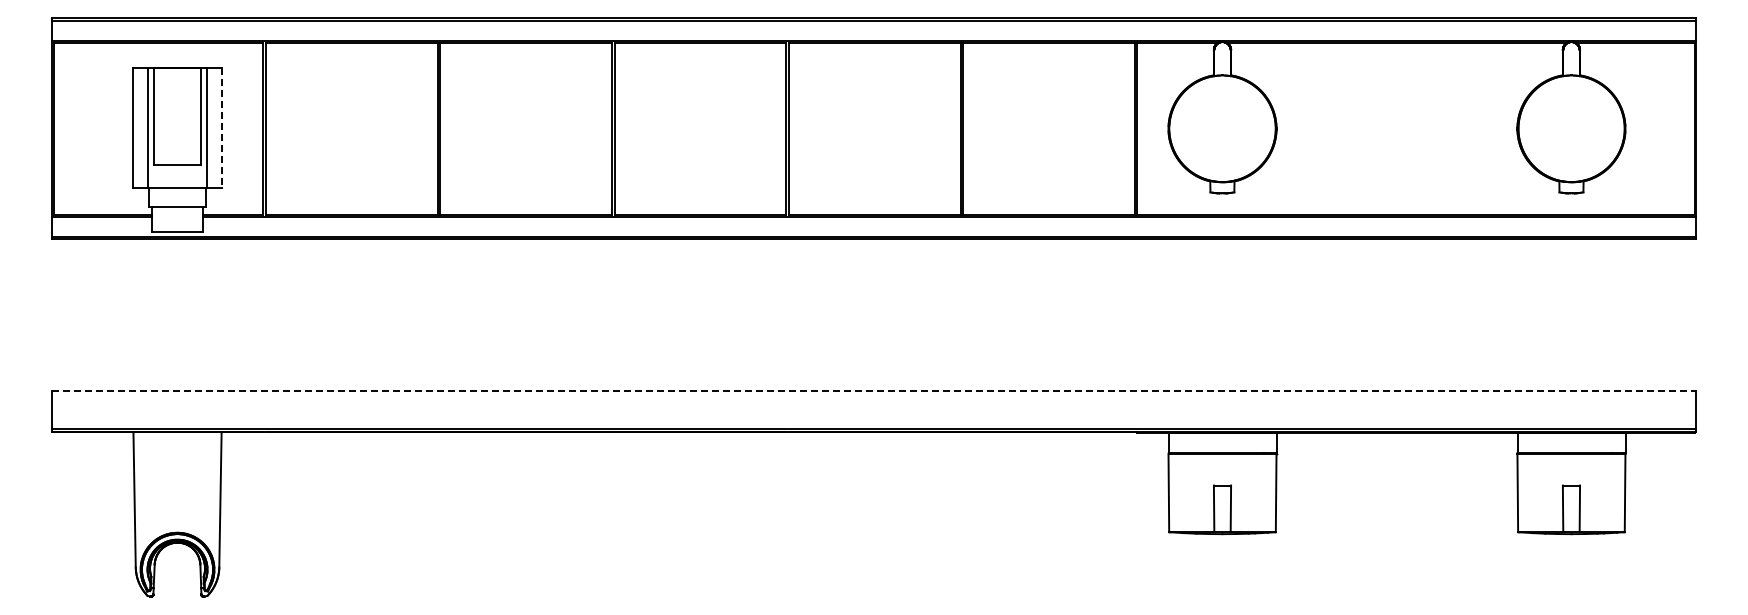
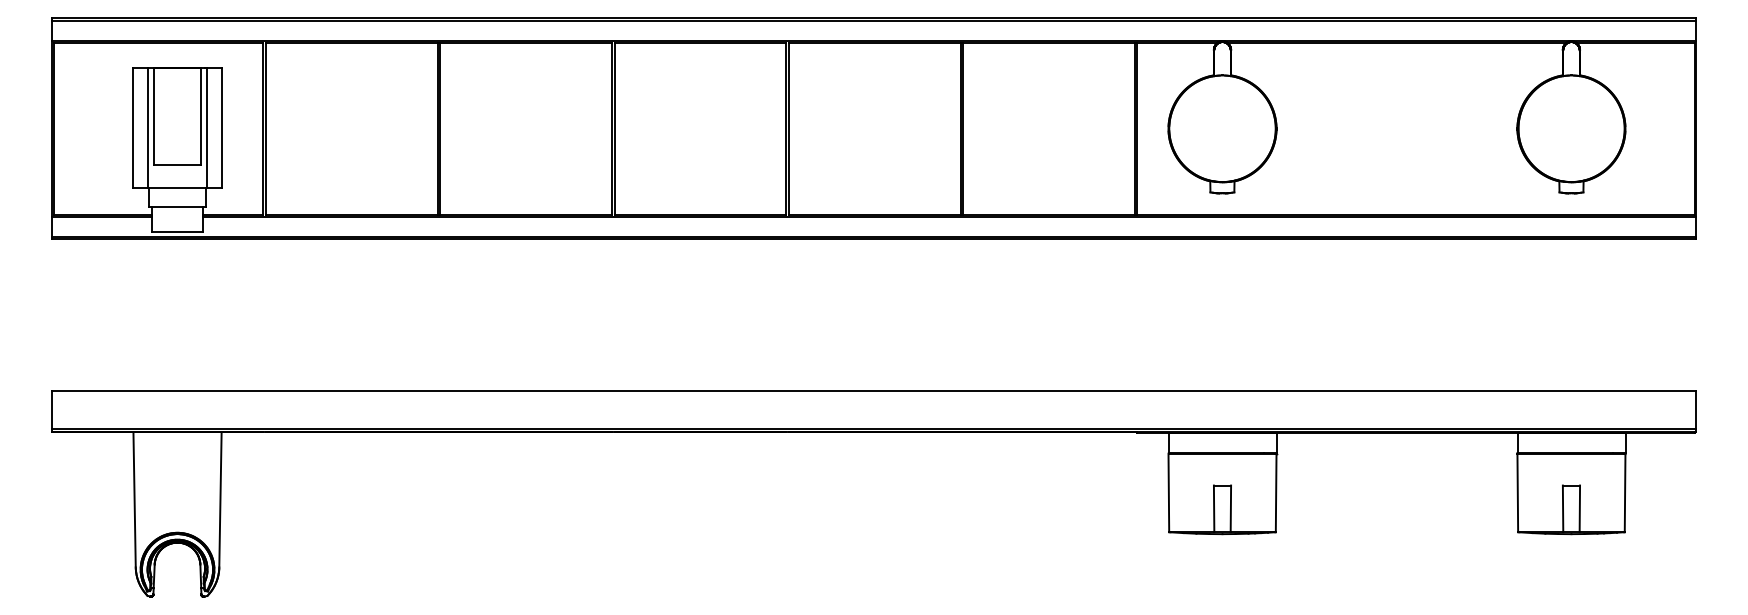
line at (221, 128): dashed -> solid
line at (873, 391): dashed -> solid
